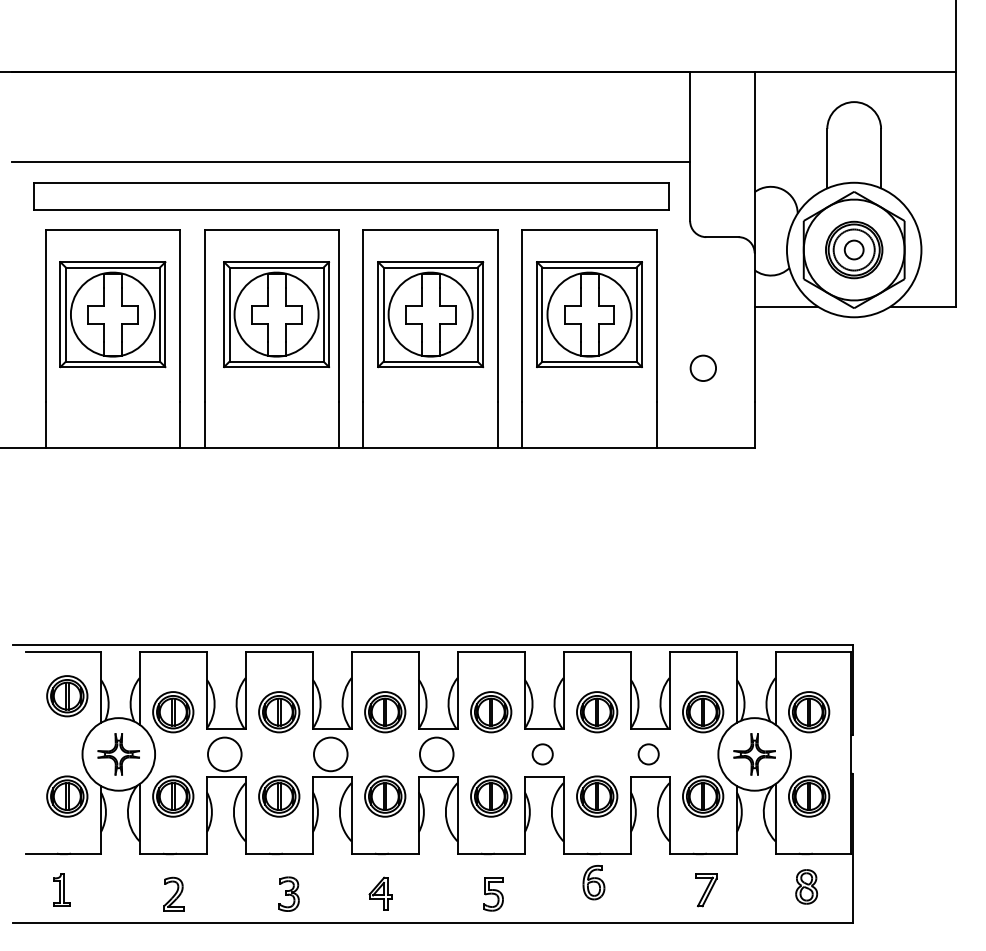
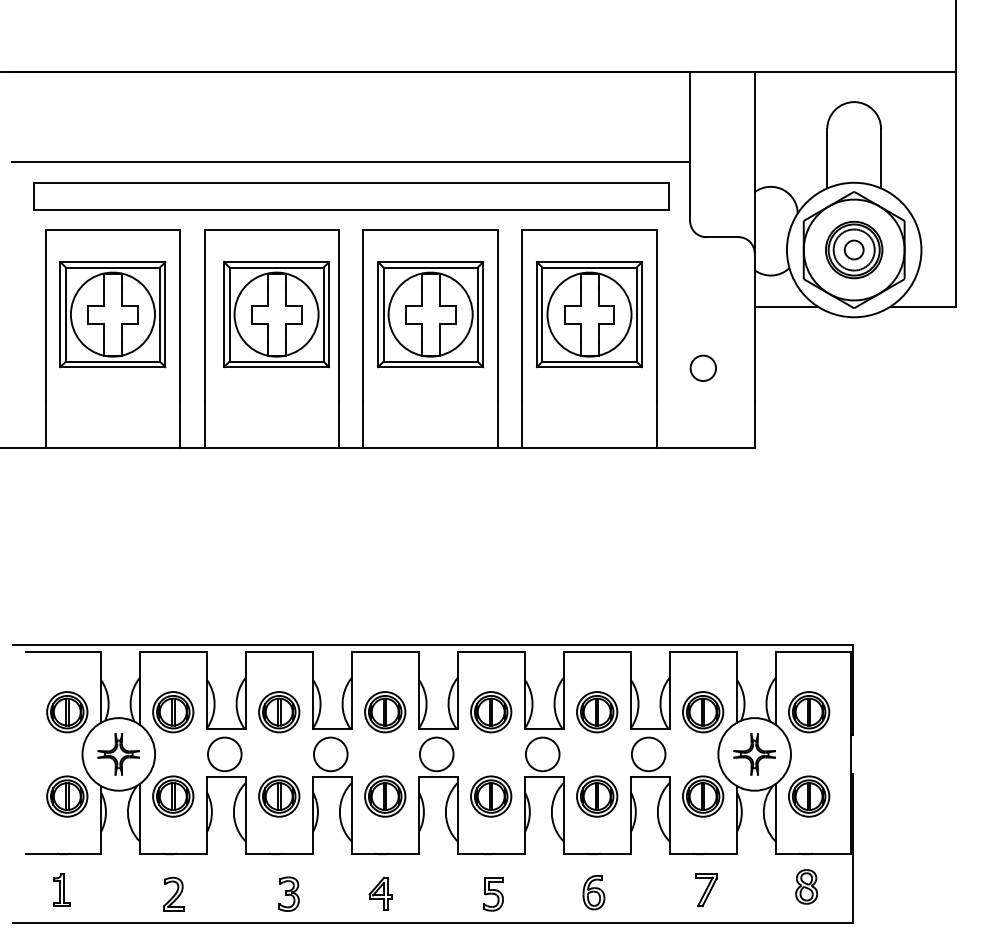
part at (67, 696) position: (67, 696) -> (67, 712)
circle at (542, 754) diameter: 20 px -> 34 px
circle at (648, 754) diameter: 20 px -> 34 px
part at (593, 882) position: (593, 882) -> (593, 892)
